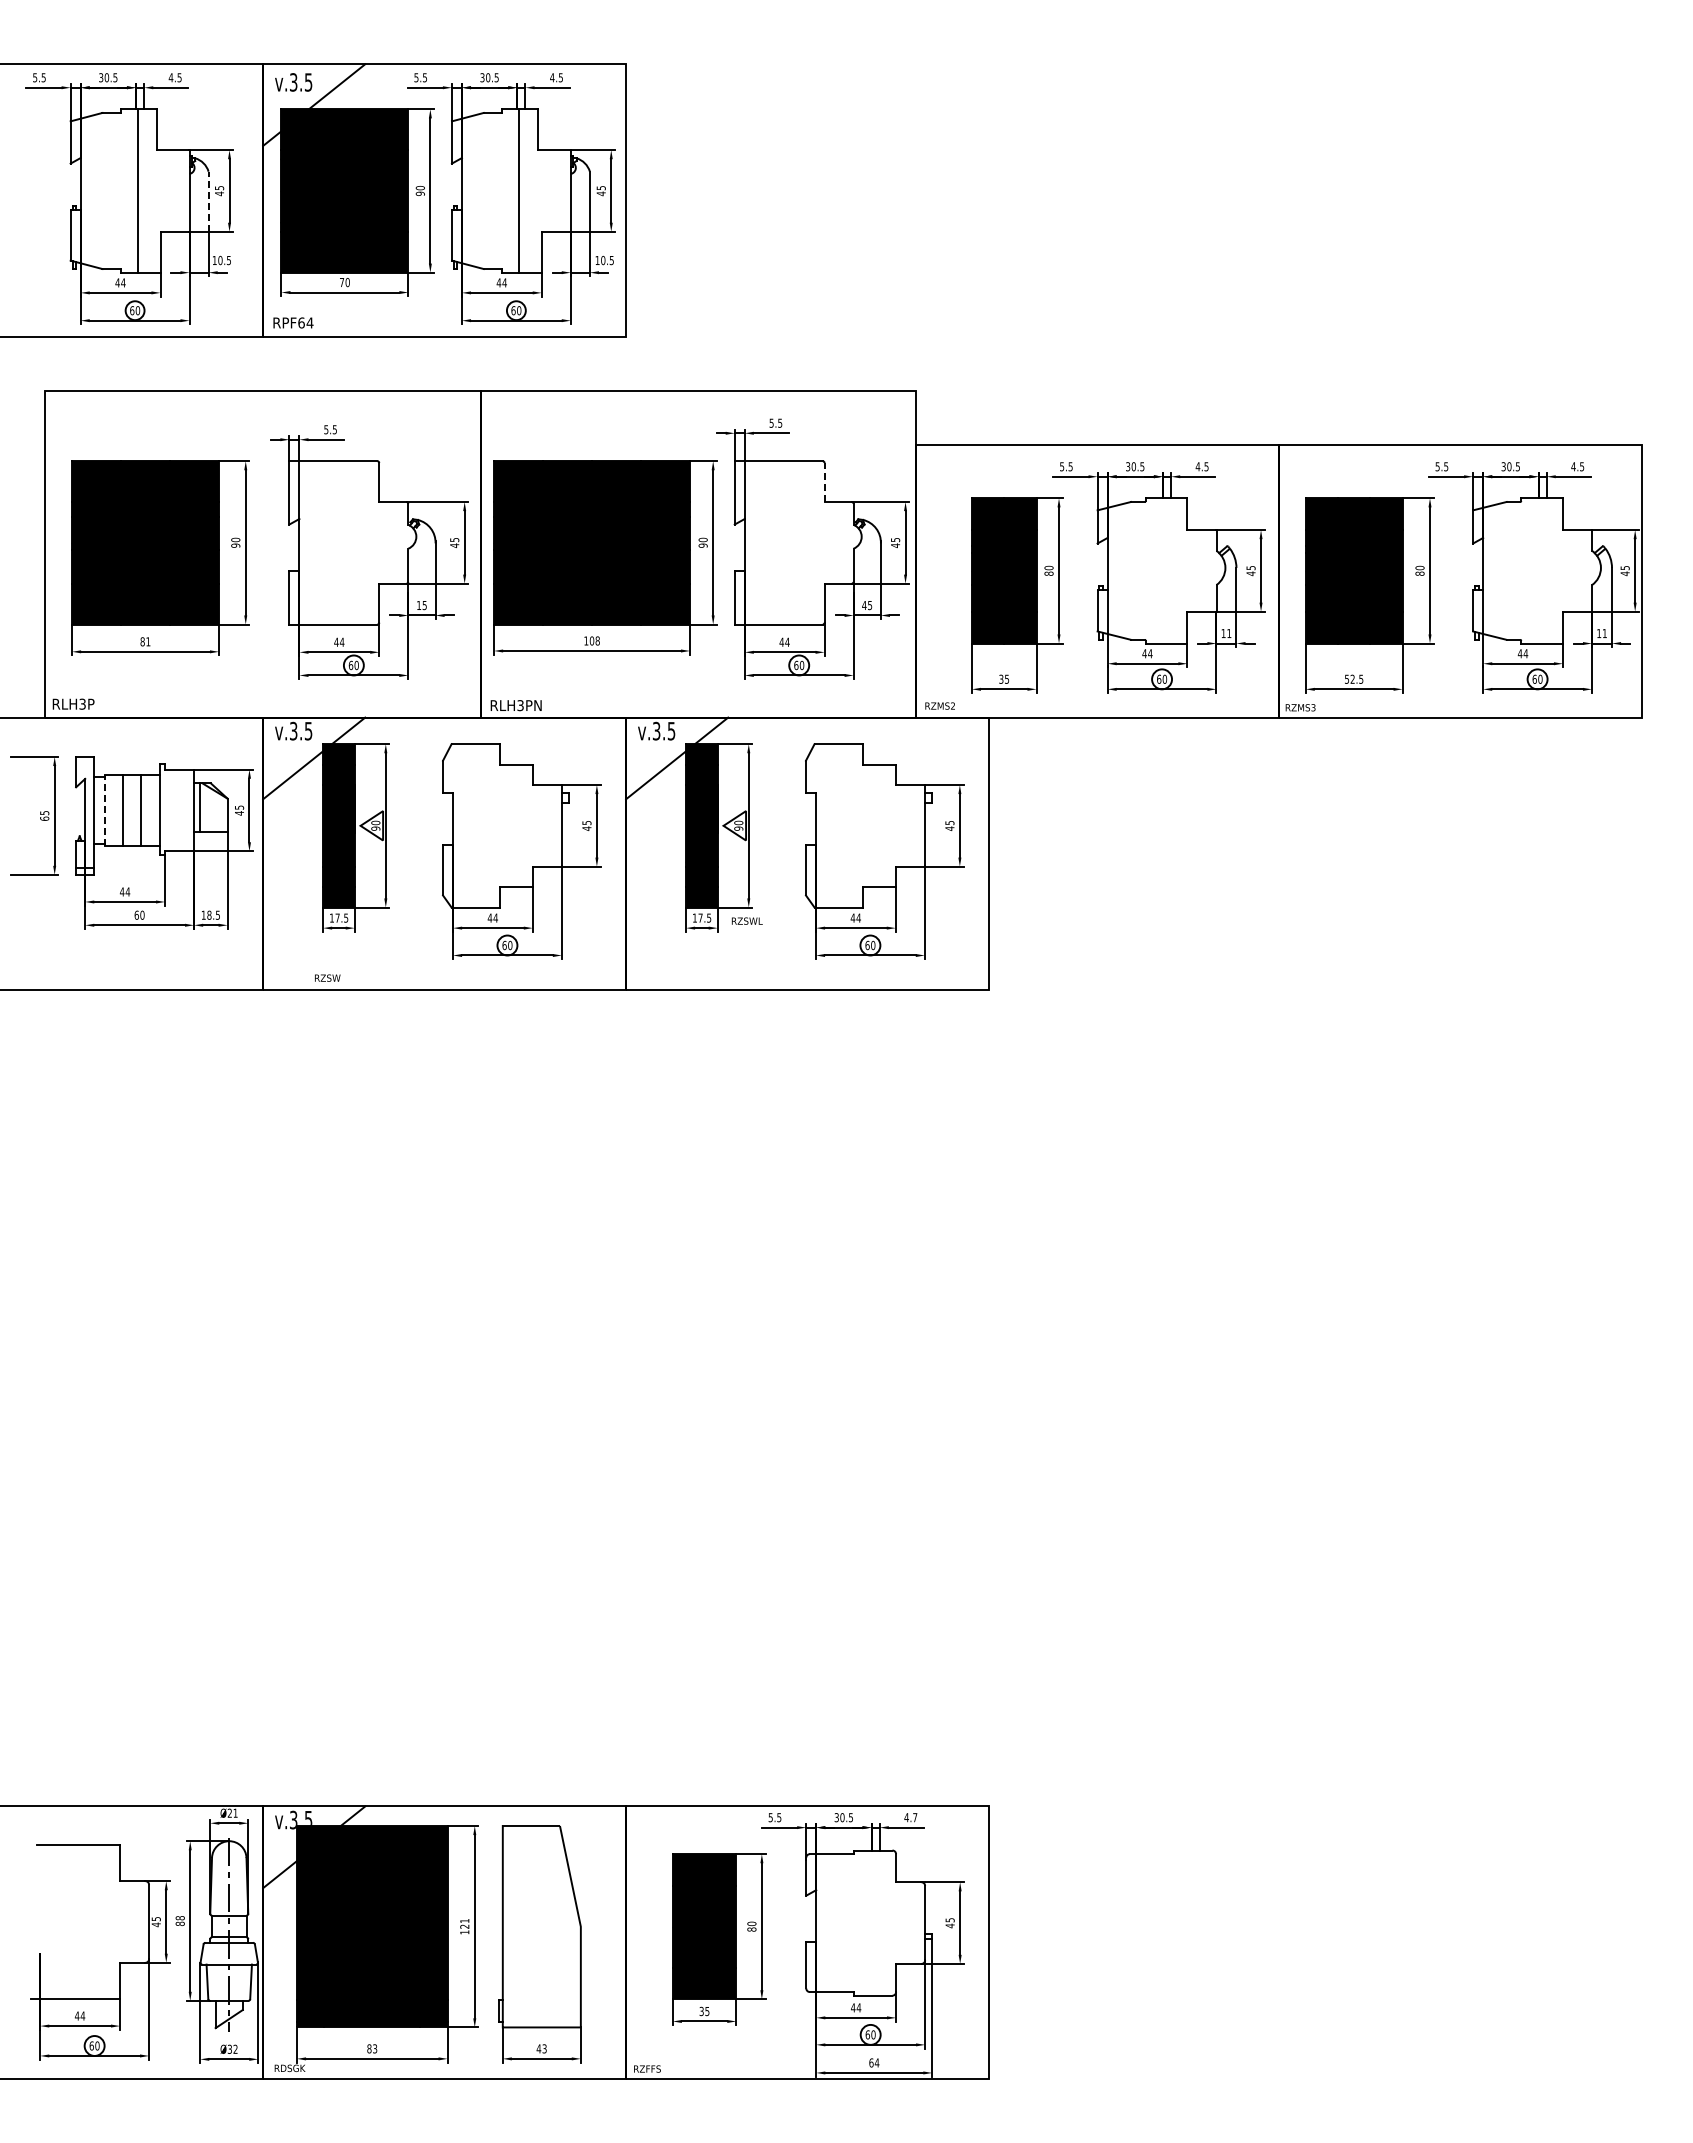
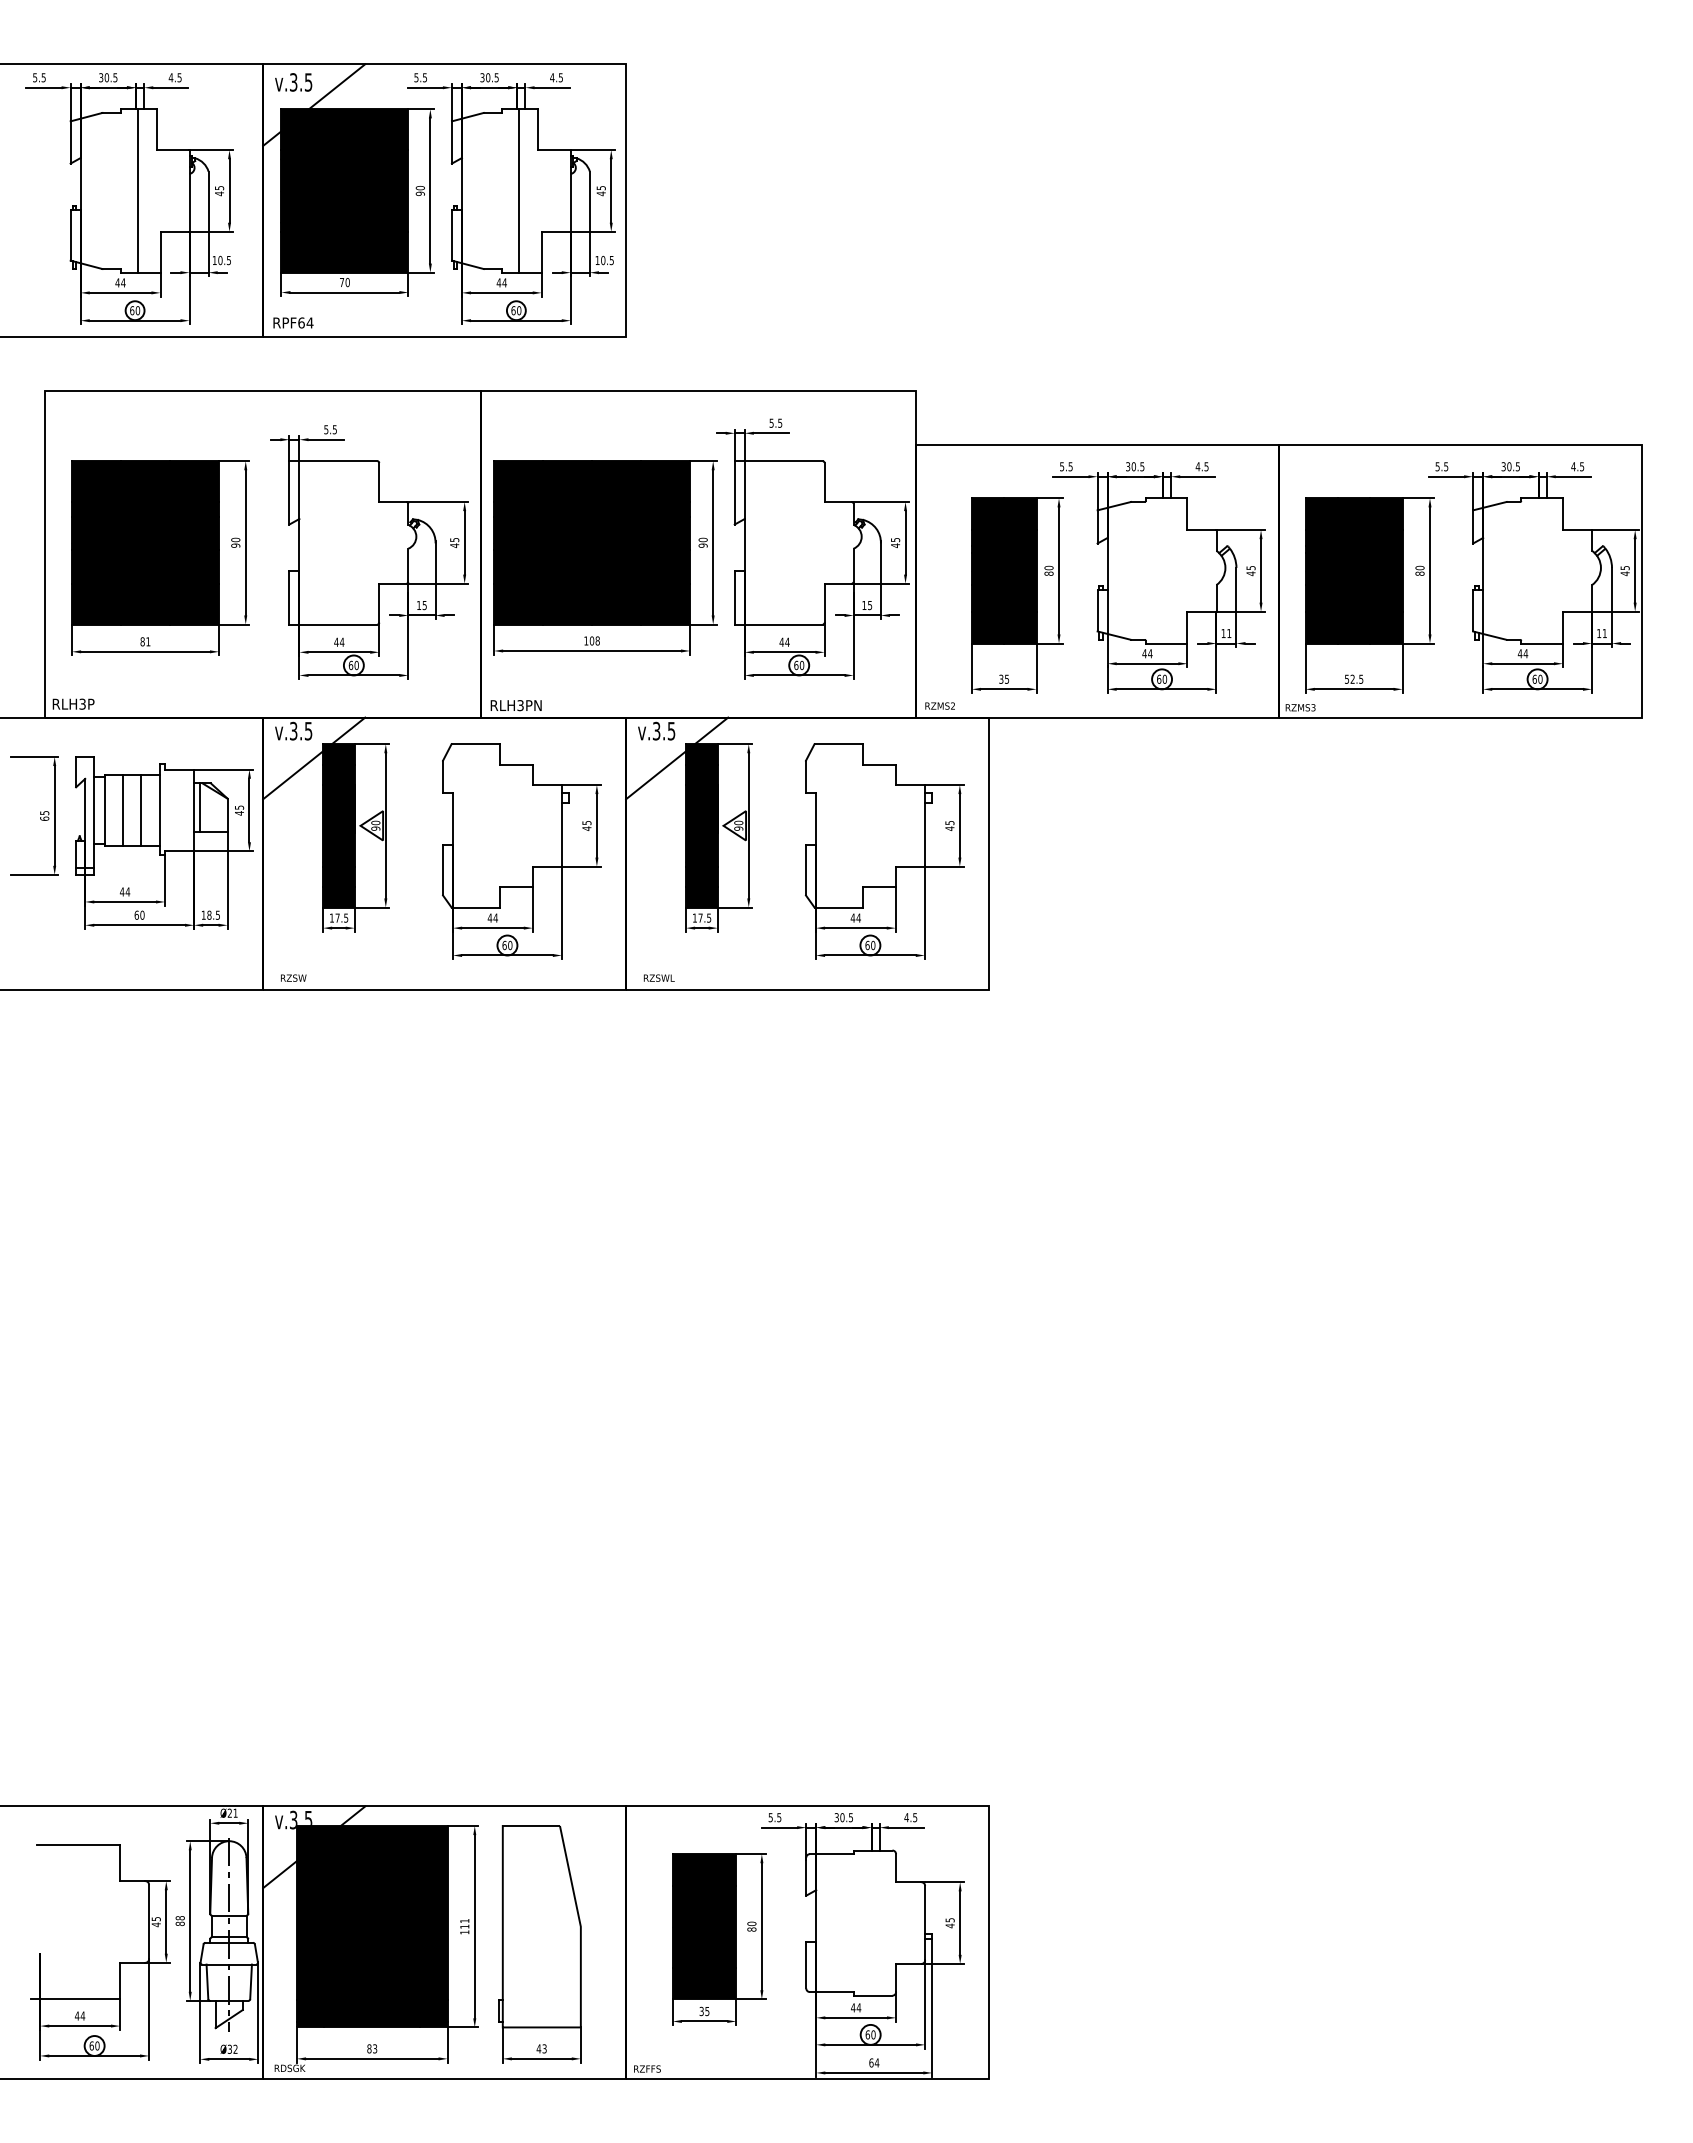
line at (208, 201): dashed -> solid
line at (824, 482): dashed -> solid
text at (864, 605): 45 -> 15
line at (105, 810): dashed -> solid
text at (746, 920) position: (746, 920) -> (658, 977)
text at (327, 977) position: (327, 977) -> (293, 977)
text at (915, 1817): 4.7 -> 4.5
text at (464, 1926): 121 -> 111
